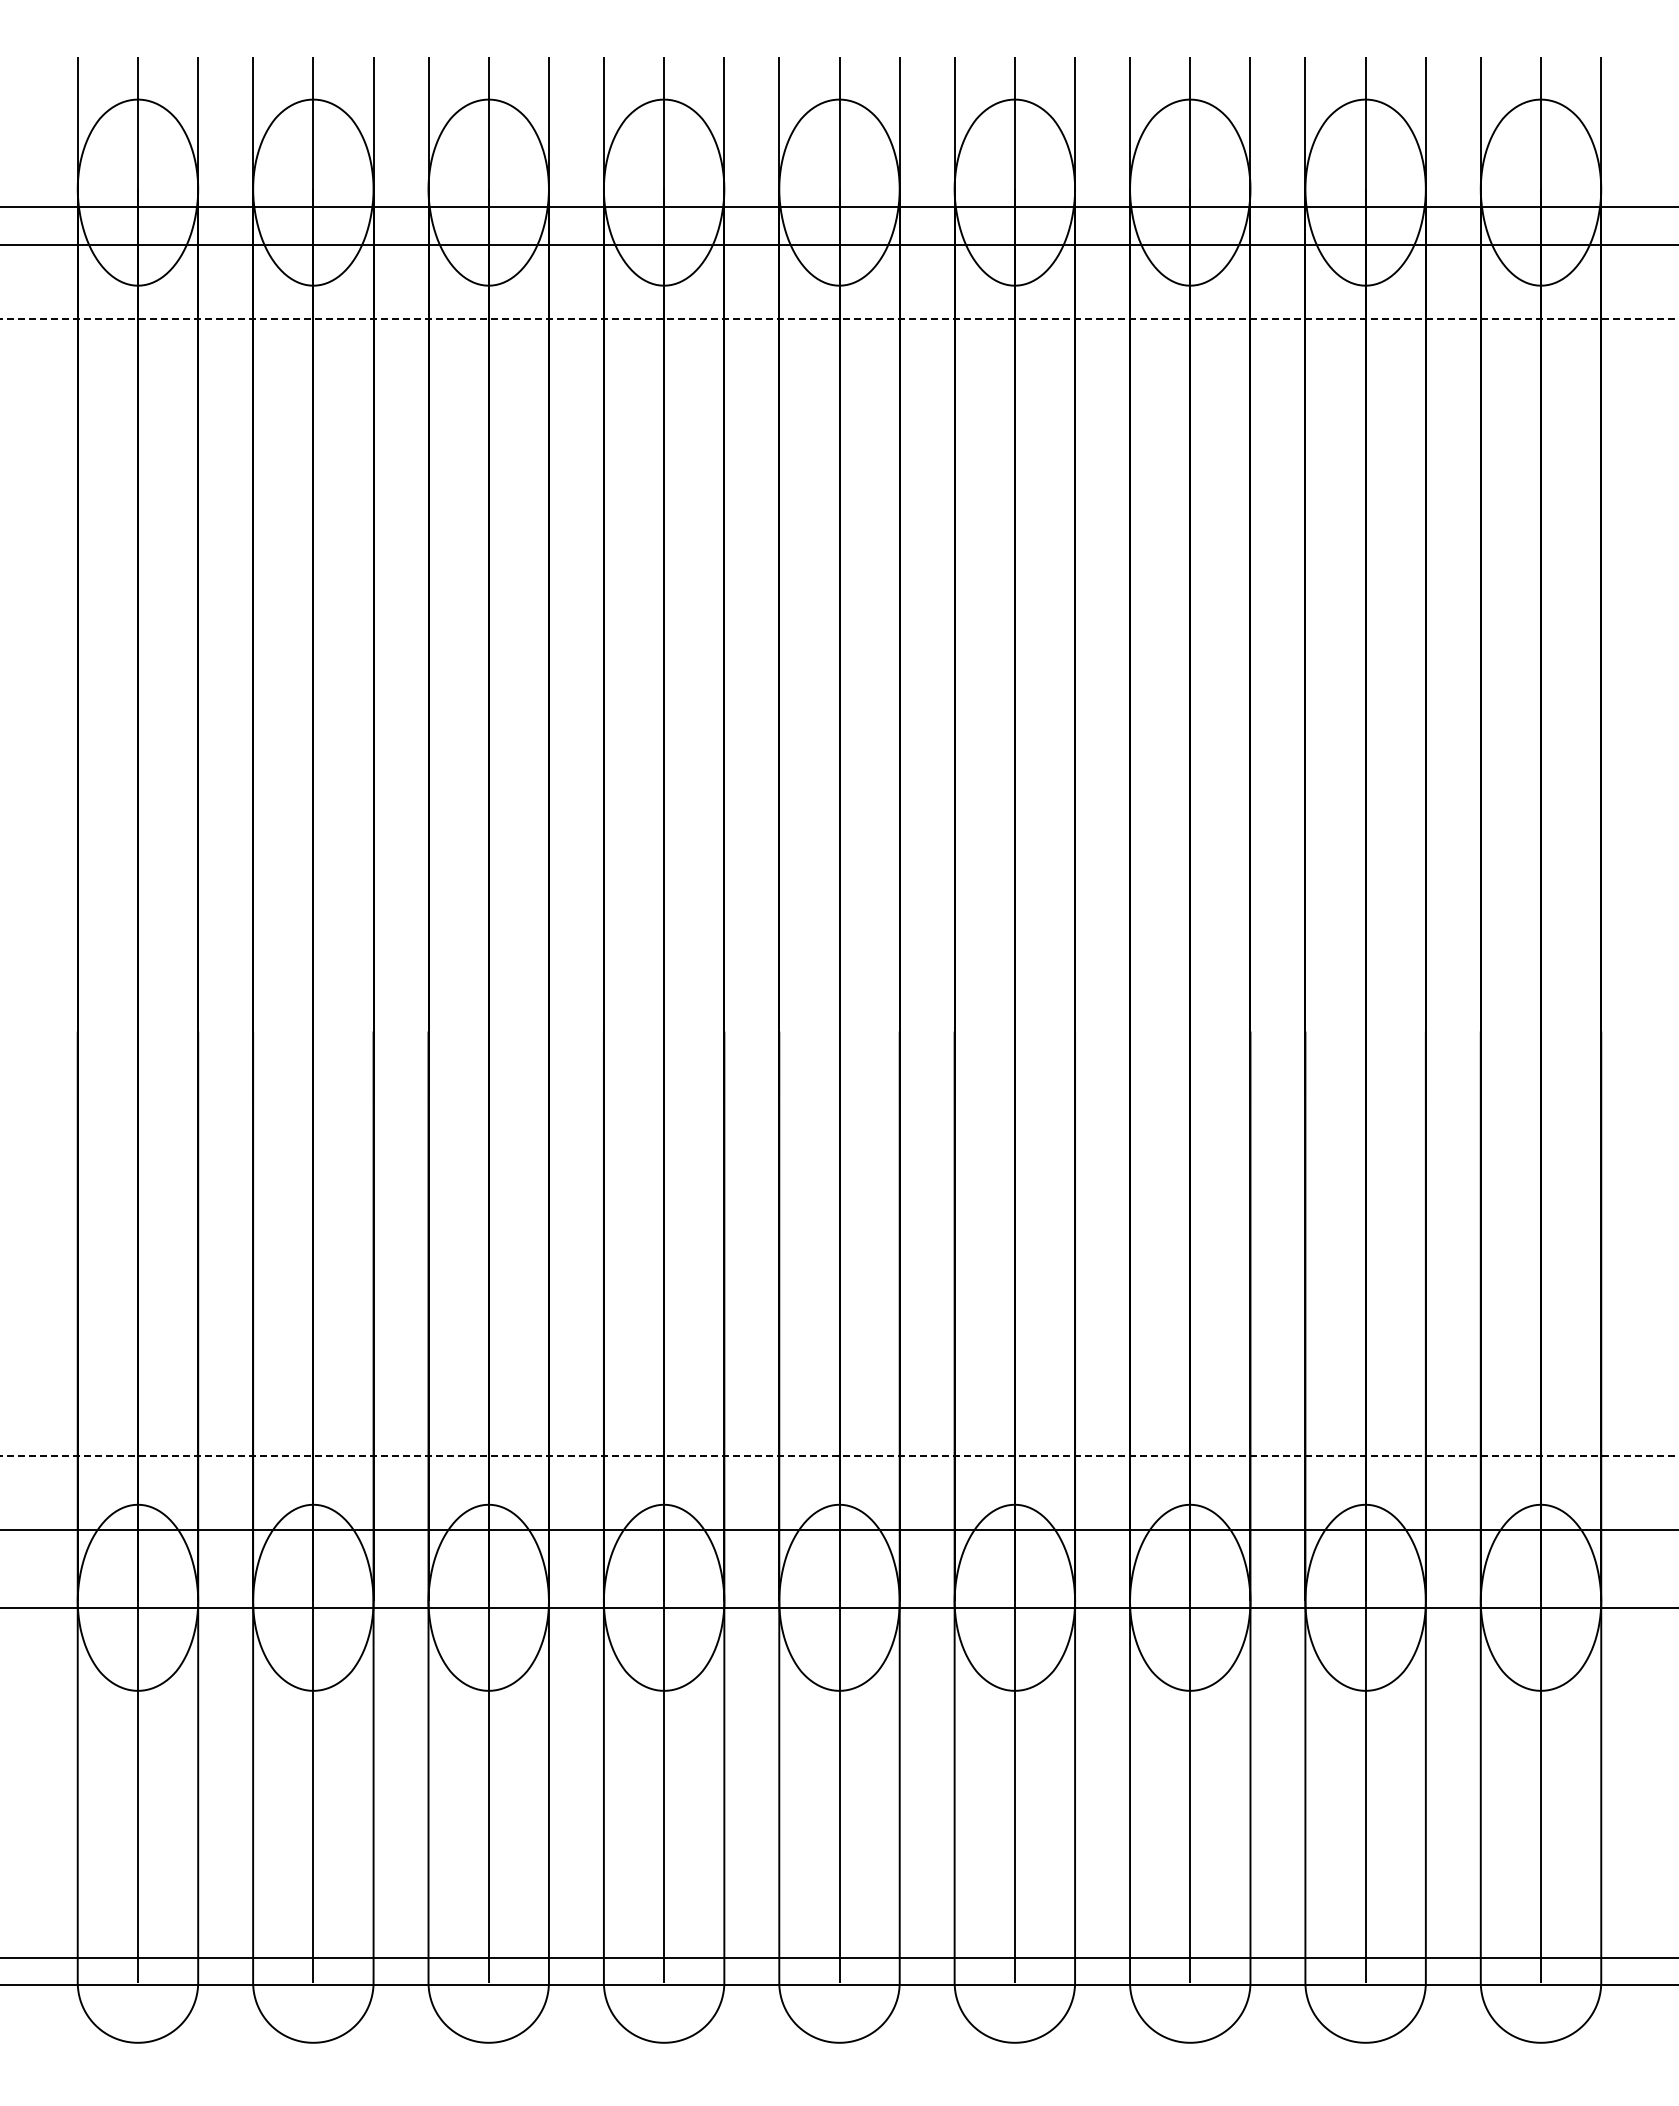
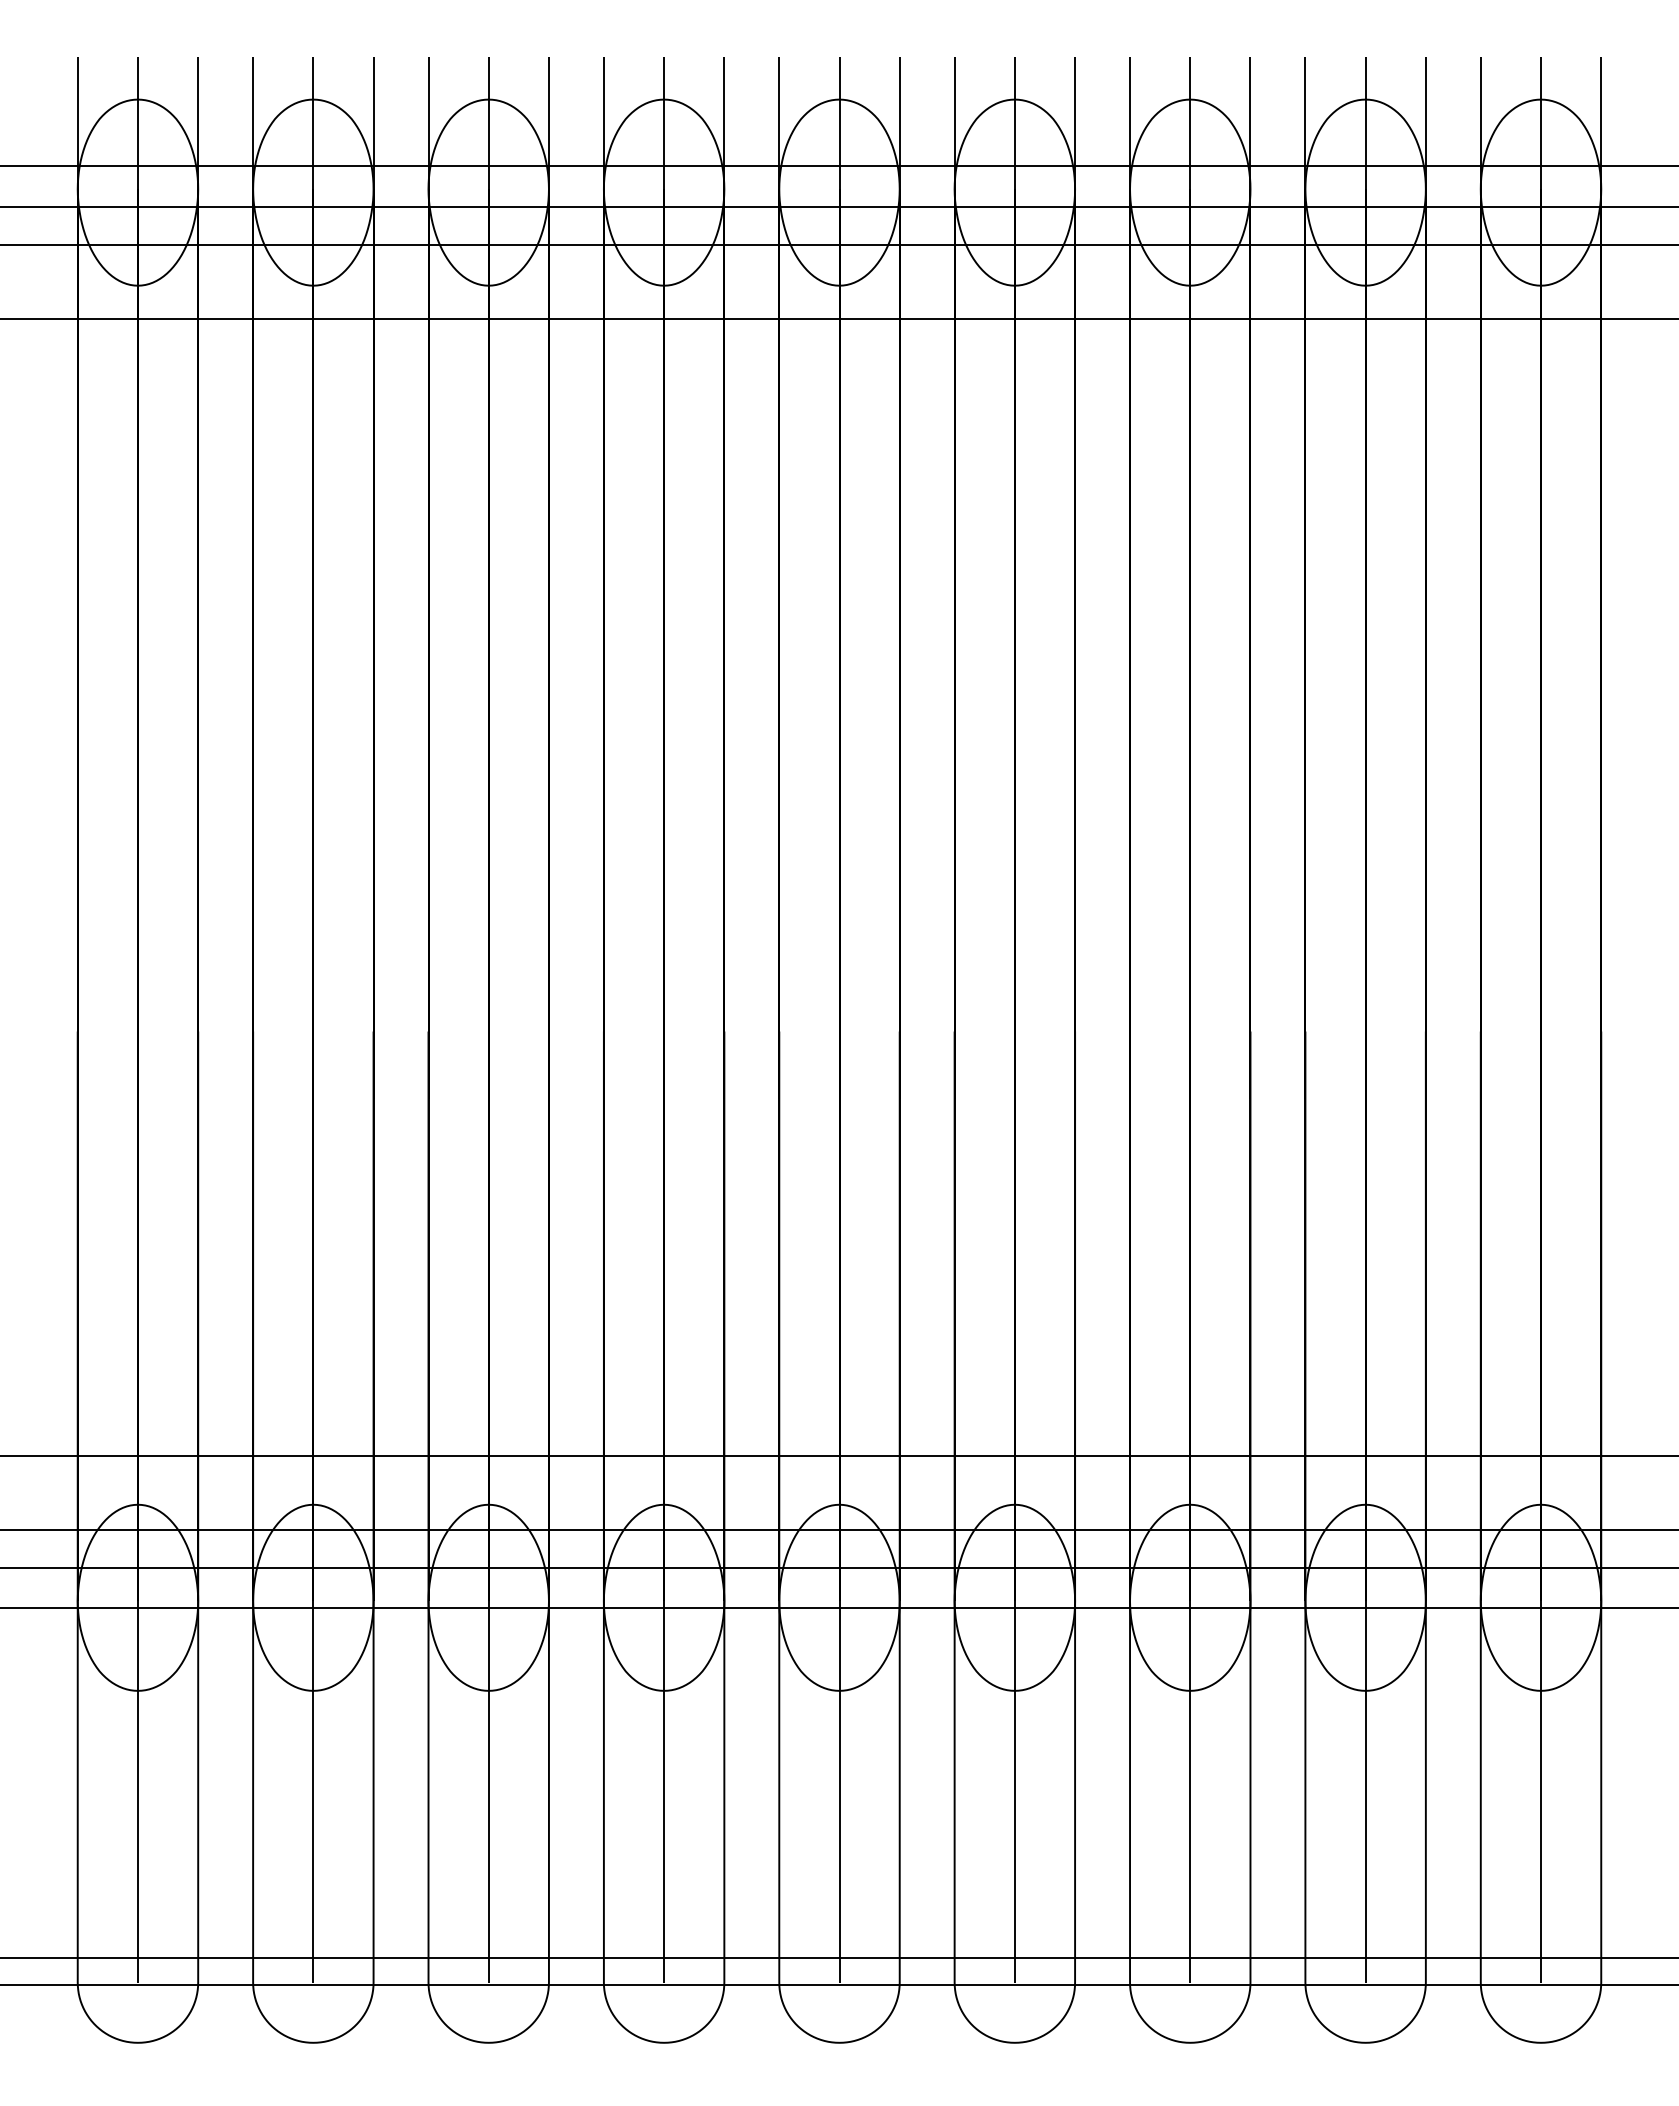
line at (838, 166): none -> present
line at (839, 318): dashed -> solid
line at (839, 1456): dashed -> solid
line at (838, 1567): none -> present
